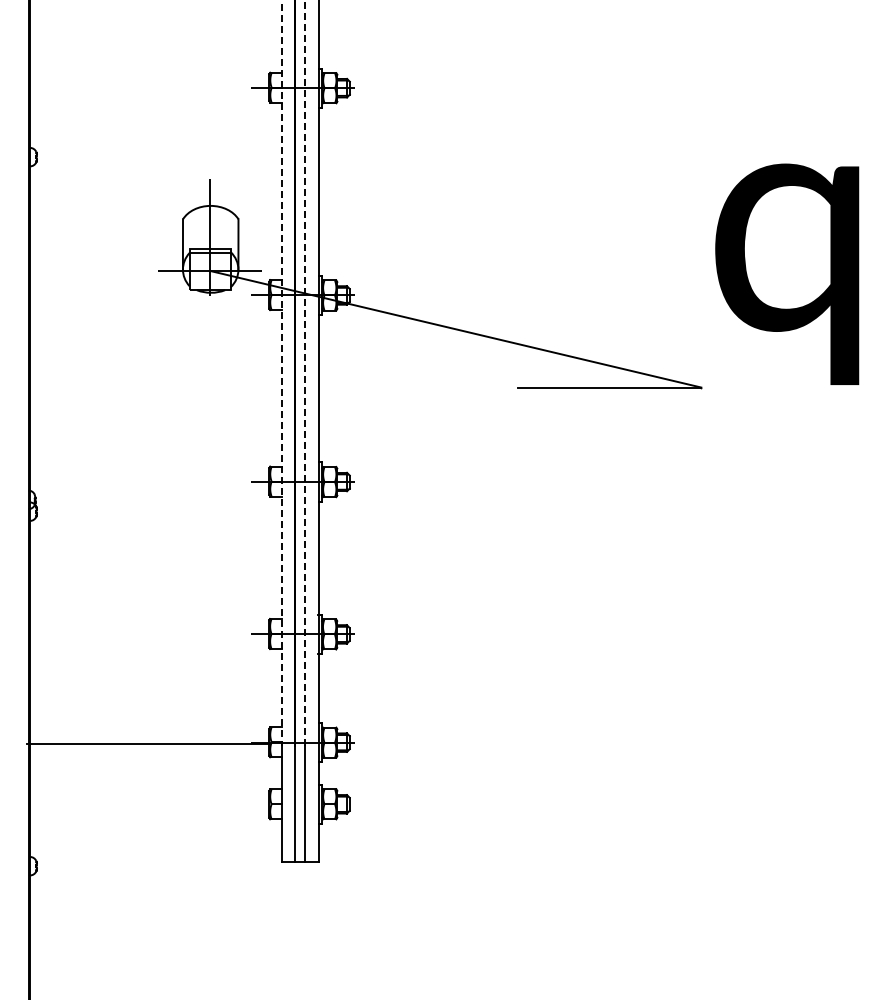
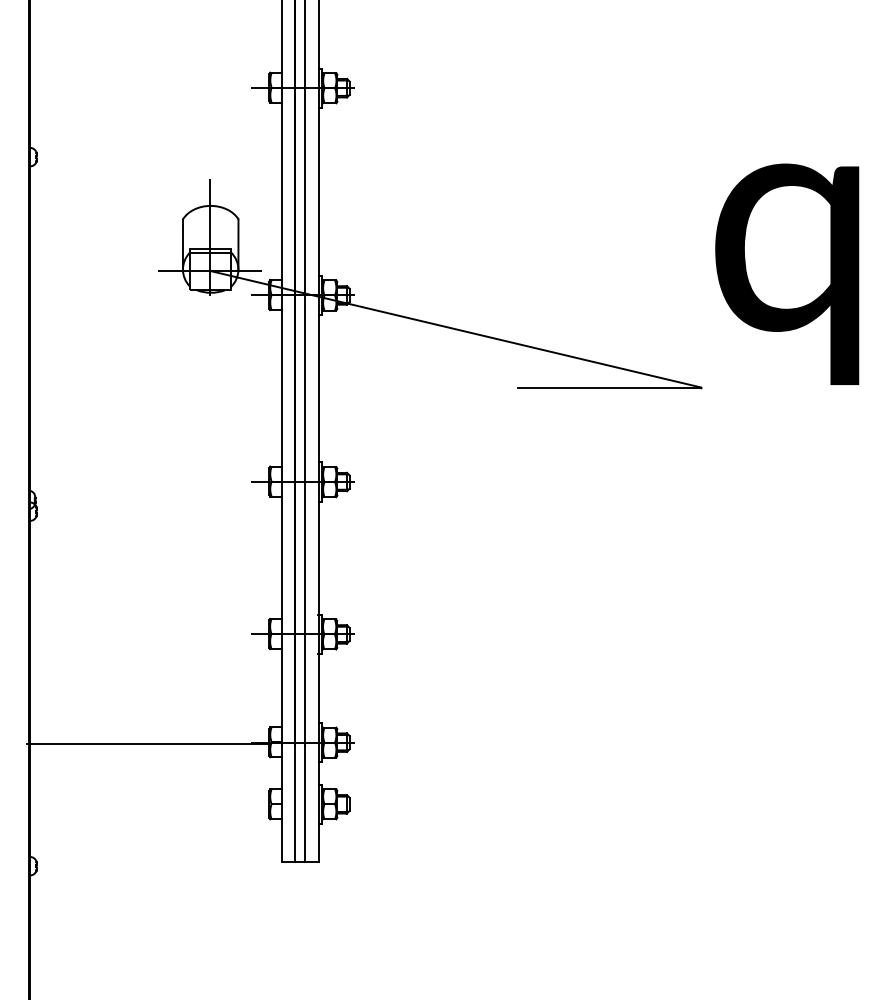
line at (281, 373): dashed -> solid
line at (304, 373): dashed -> solid
